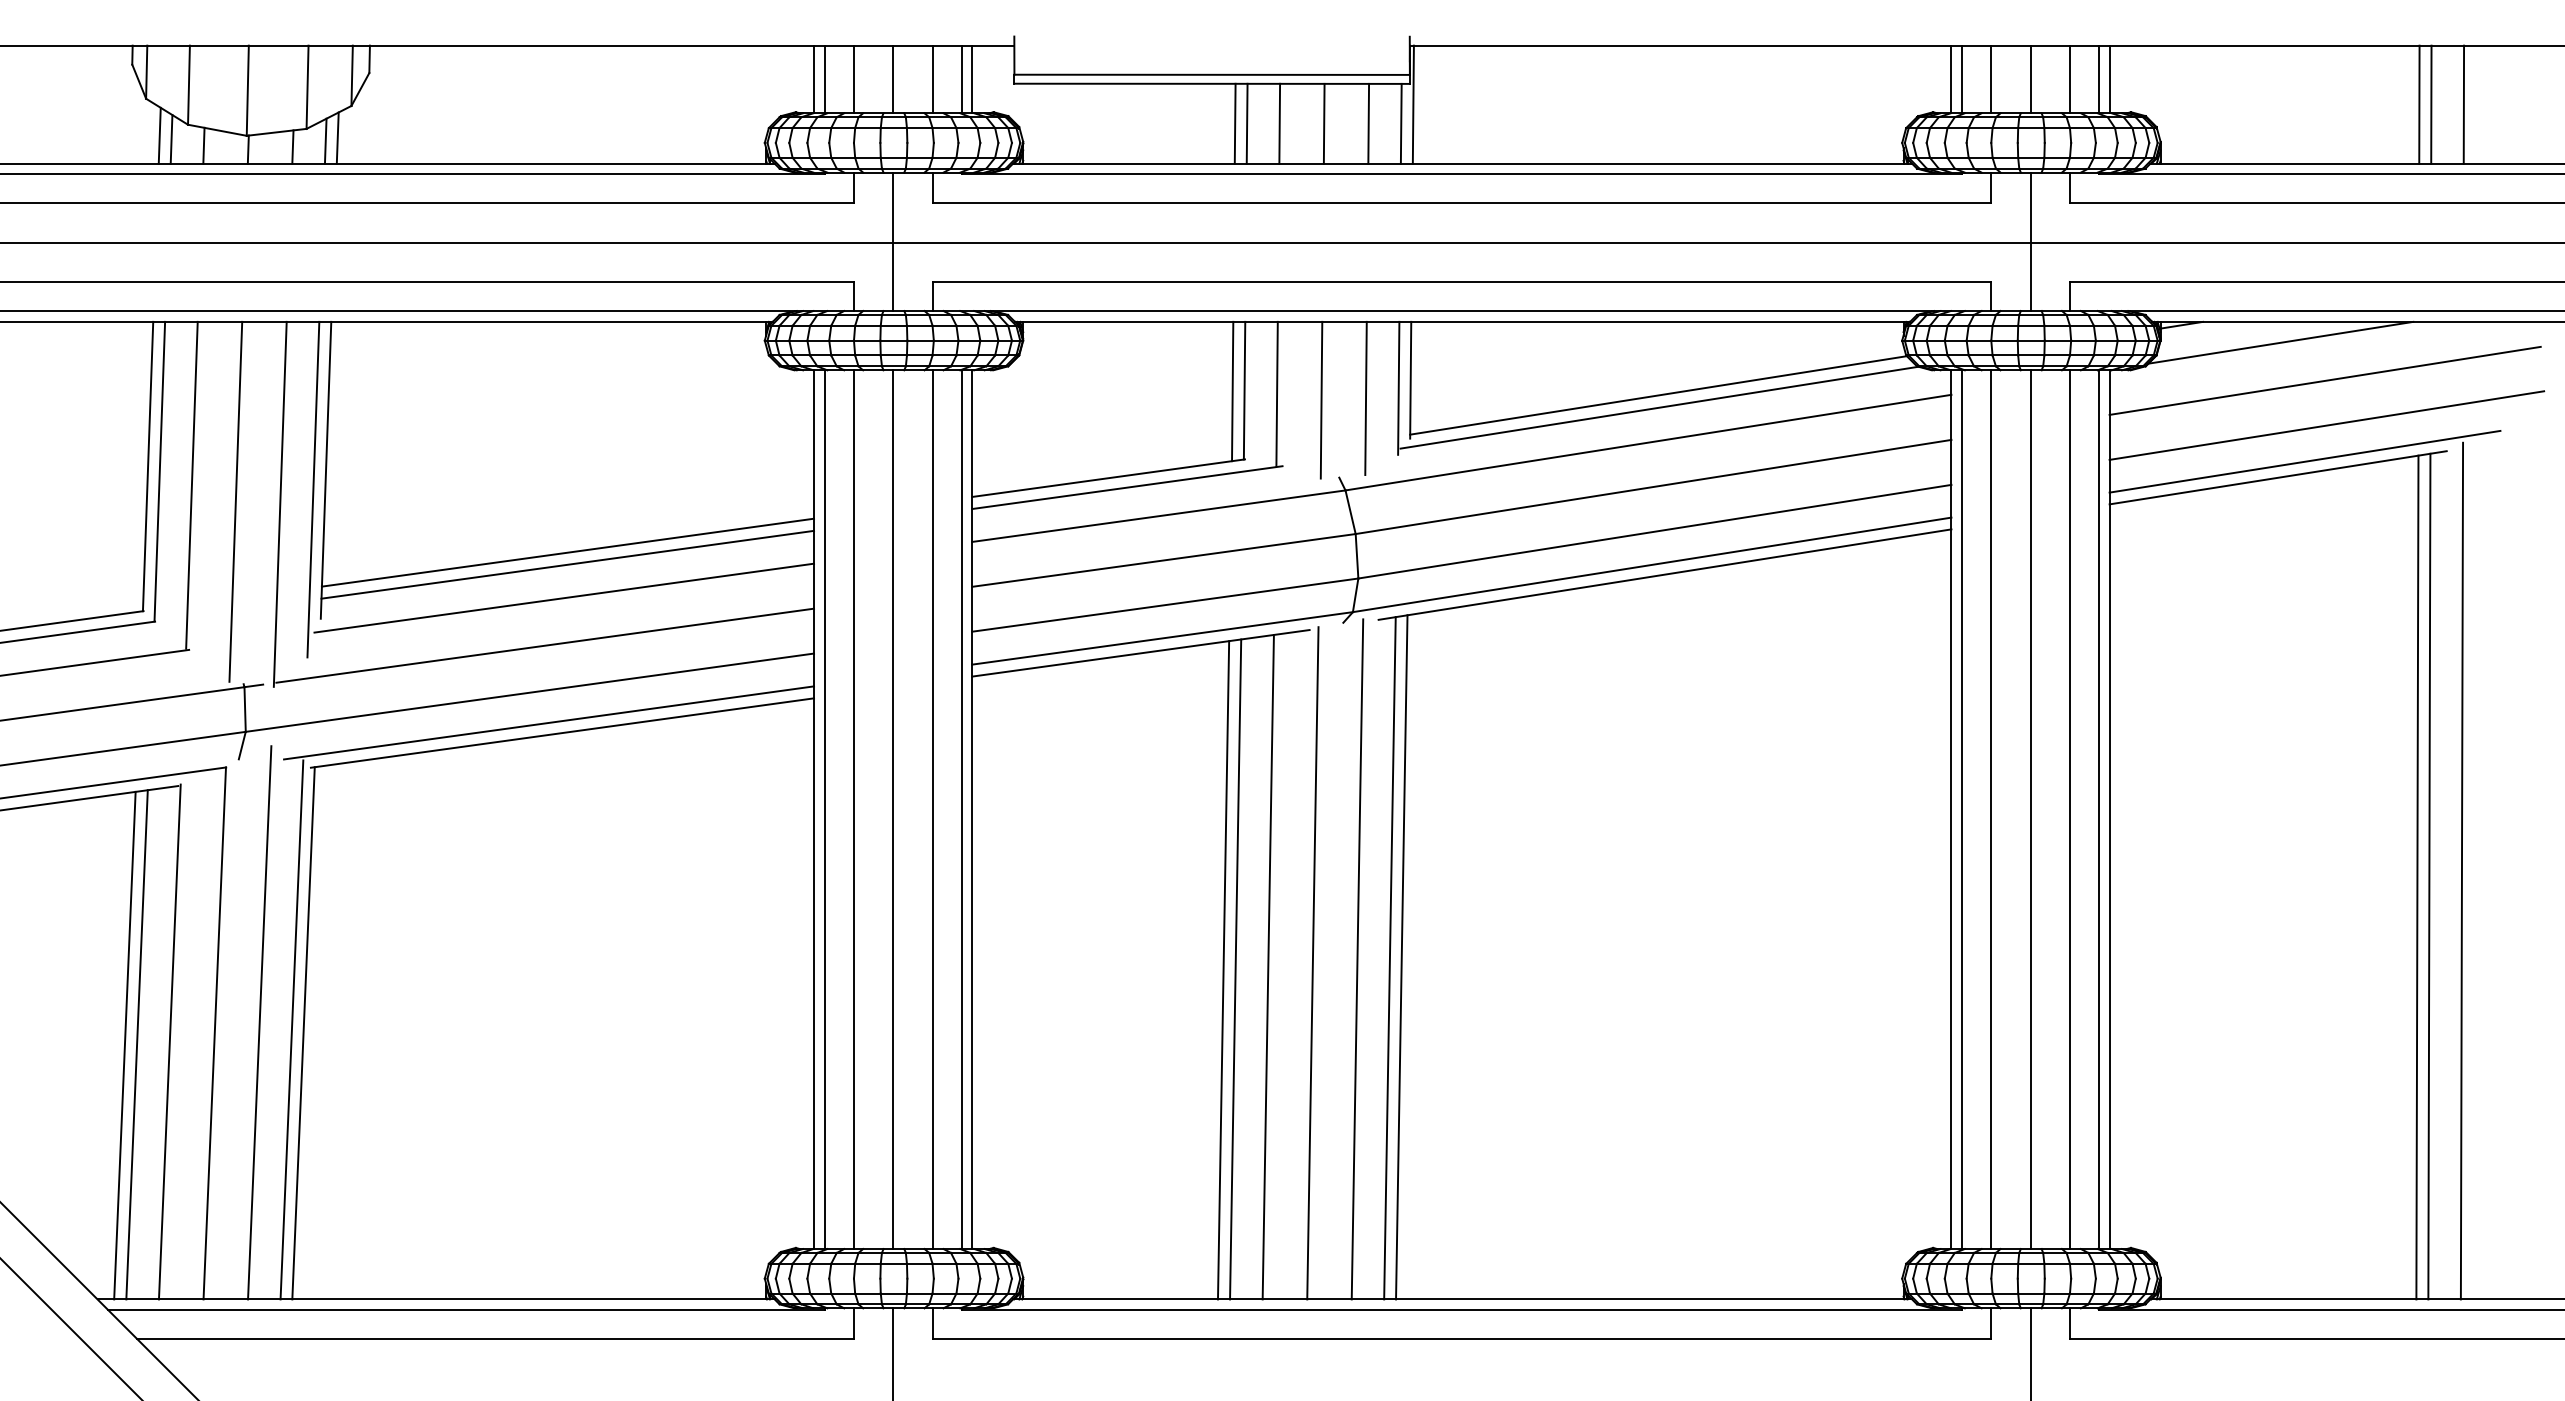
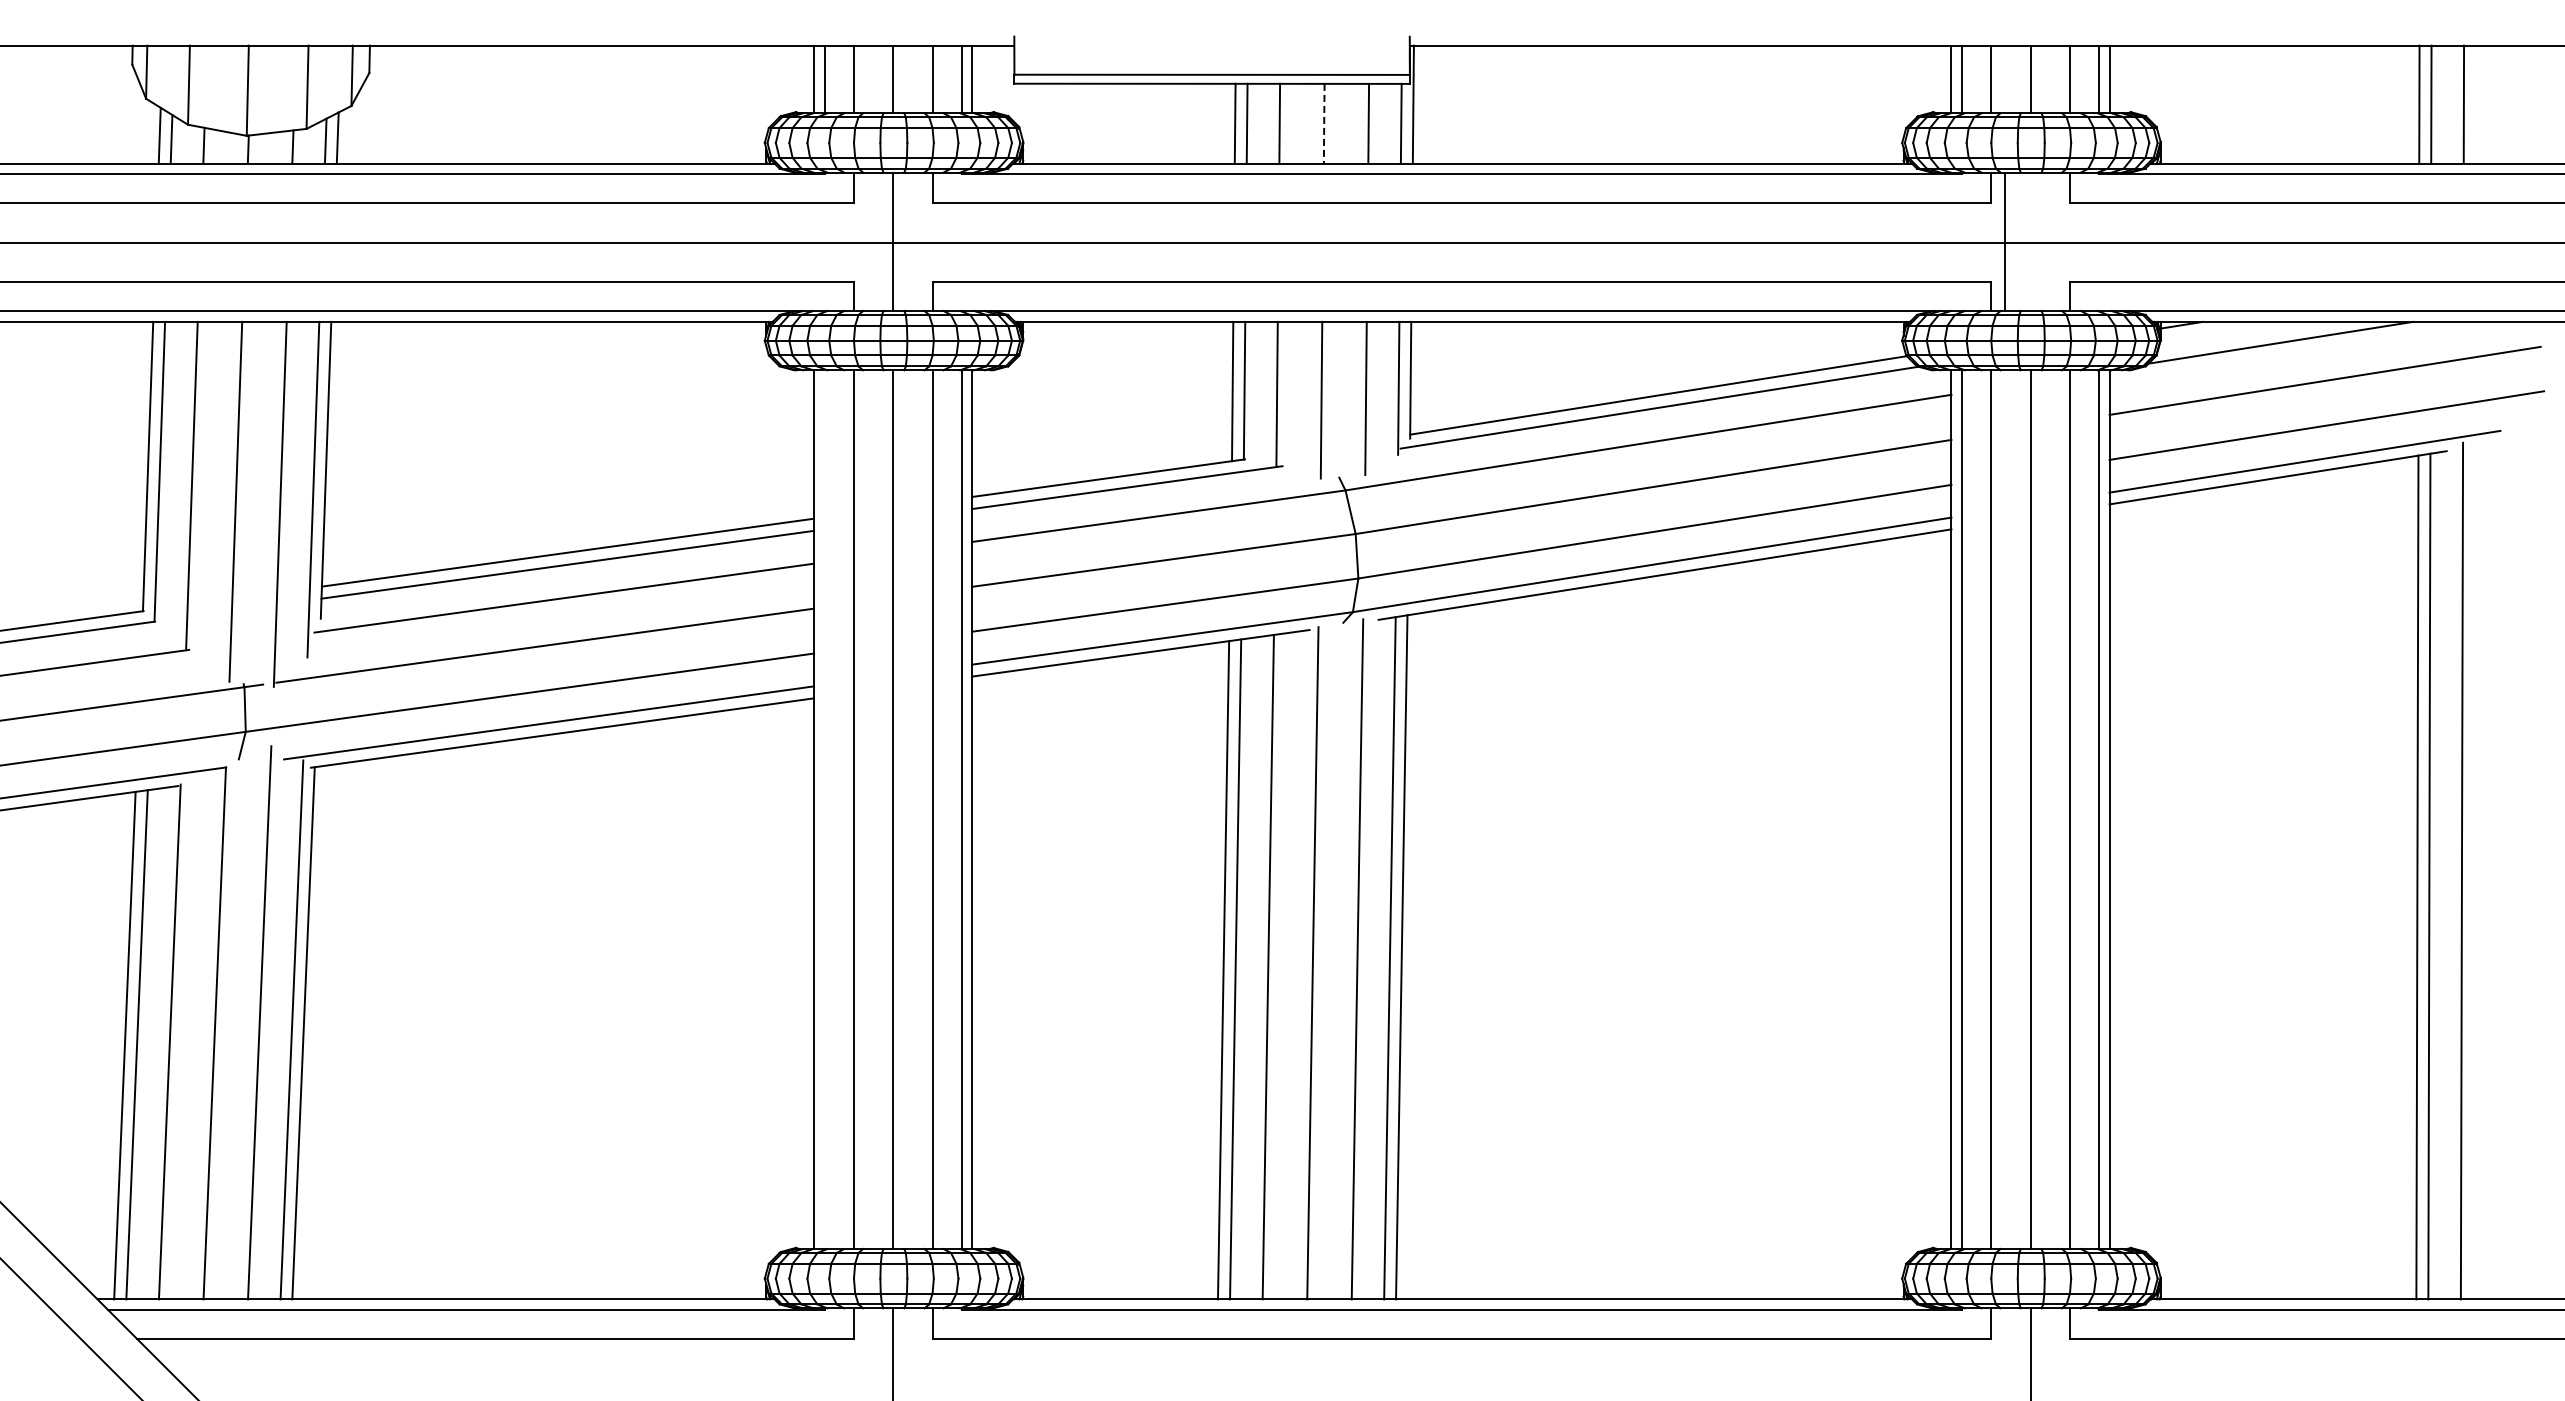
line at (1324, 123): solid -> dashed
line at (2030, 241) position: (2030, 241) -> (2004, 241)
line at (824, 809): present -> none
